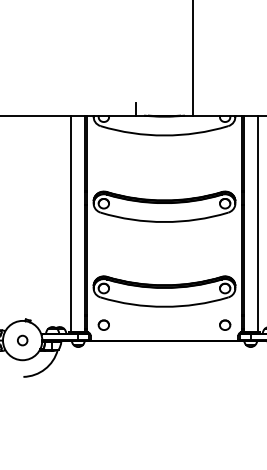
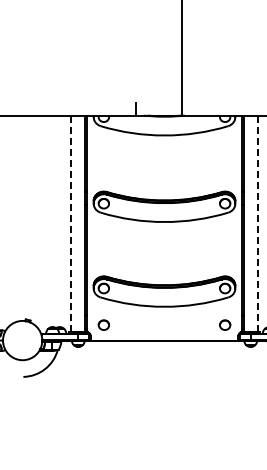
line at (192, 58) position: (192, 58) -> (181, 58)
line at (71, 223): solid -> dashed
line at (257, 223): solid -> dashed
circle at (22, 340): present -> none
